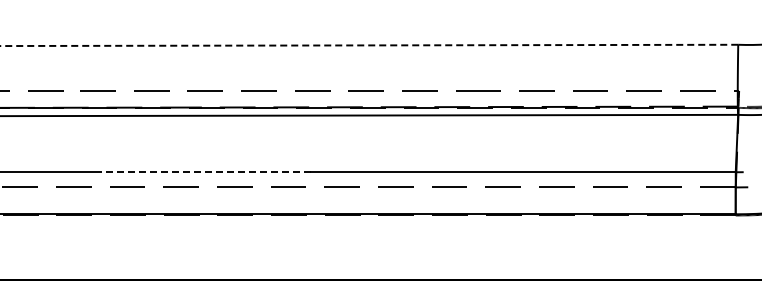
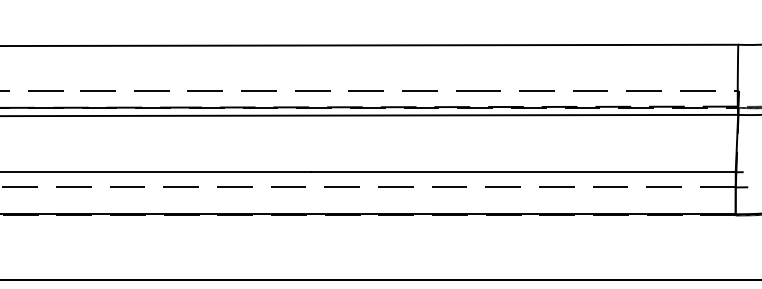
line at (369, 45): dashed -> solid
line at (204, 172): dashed -> solid
